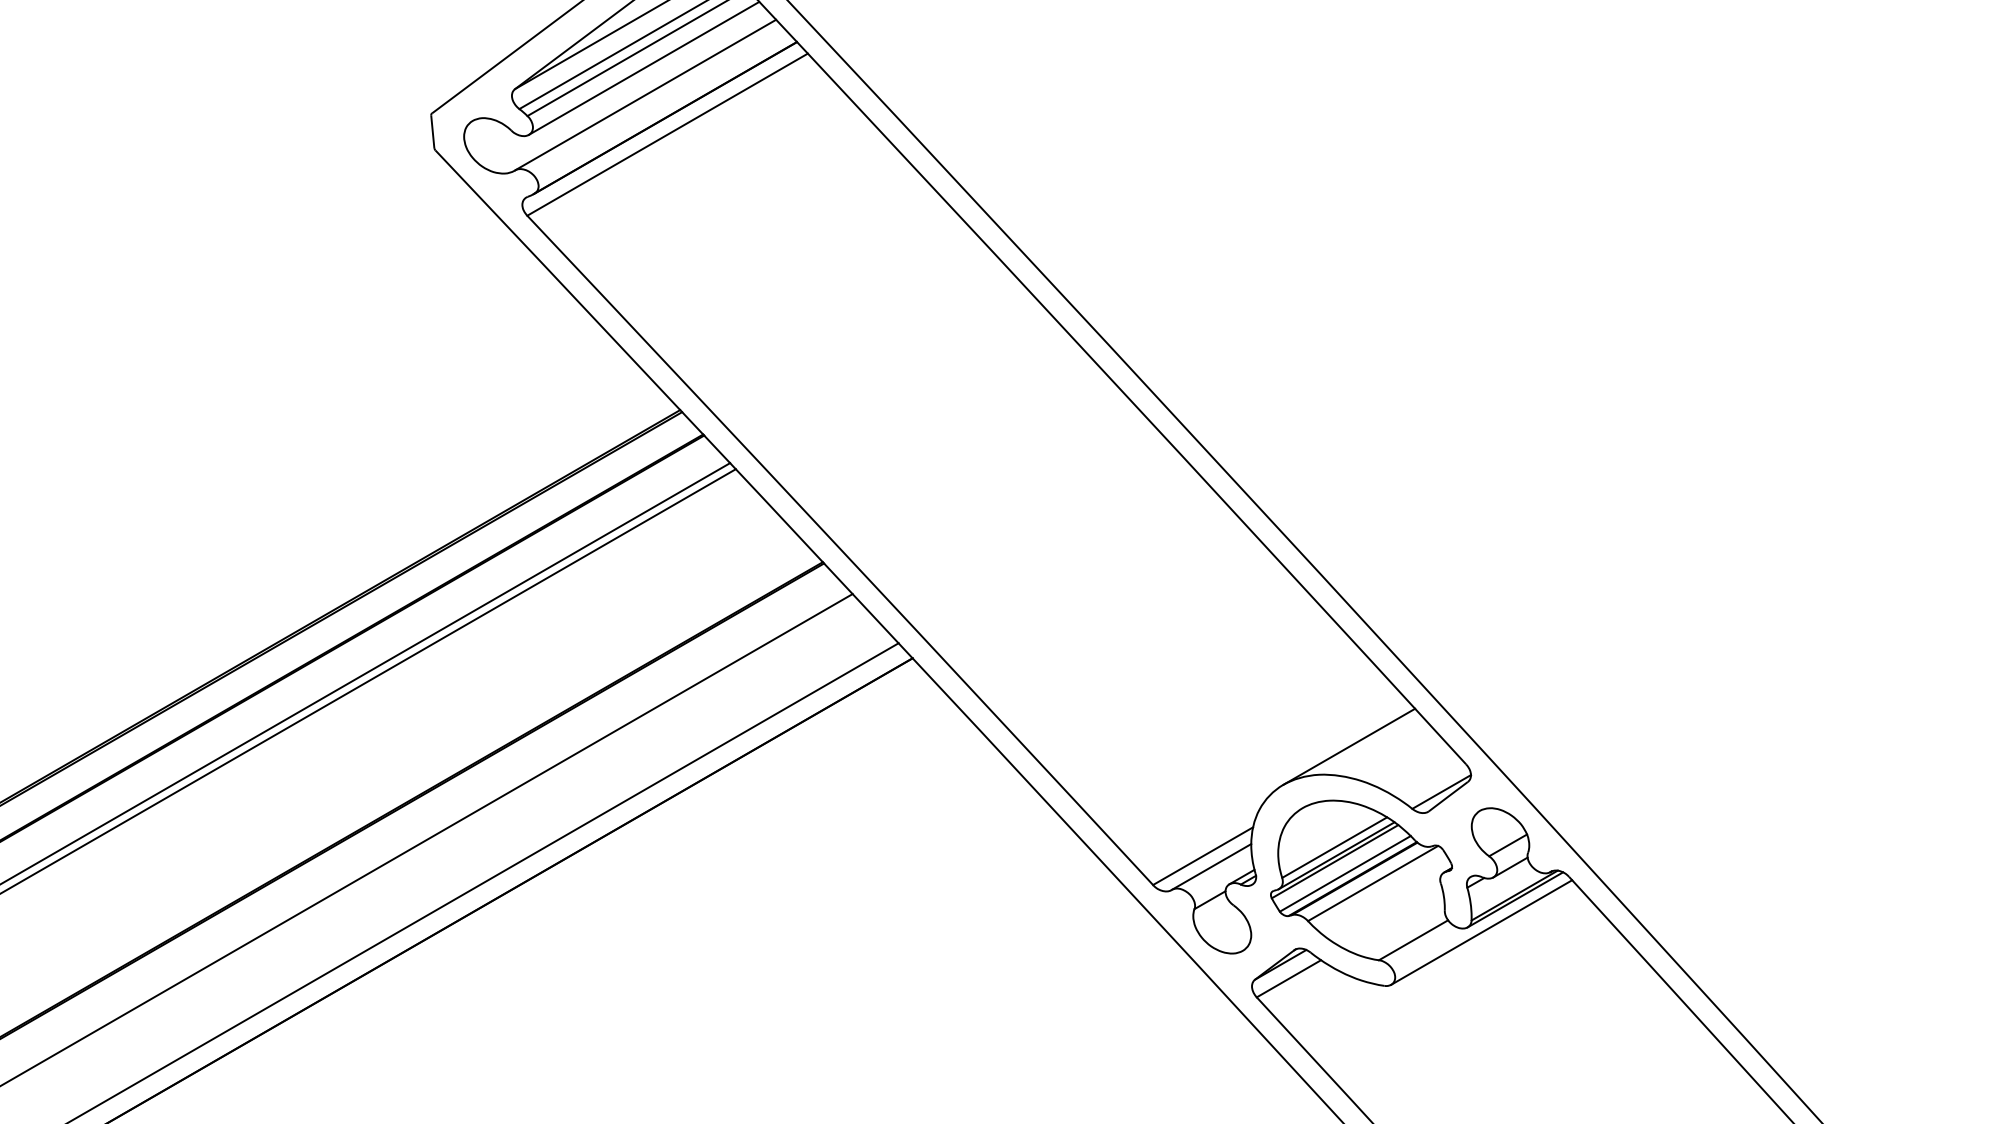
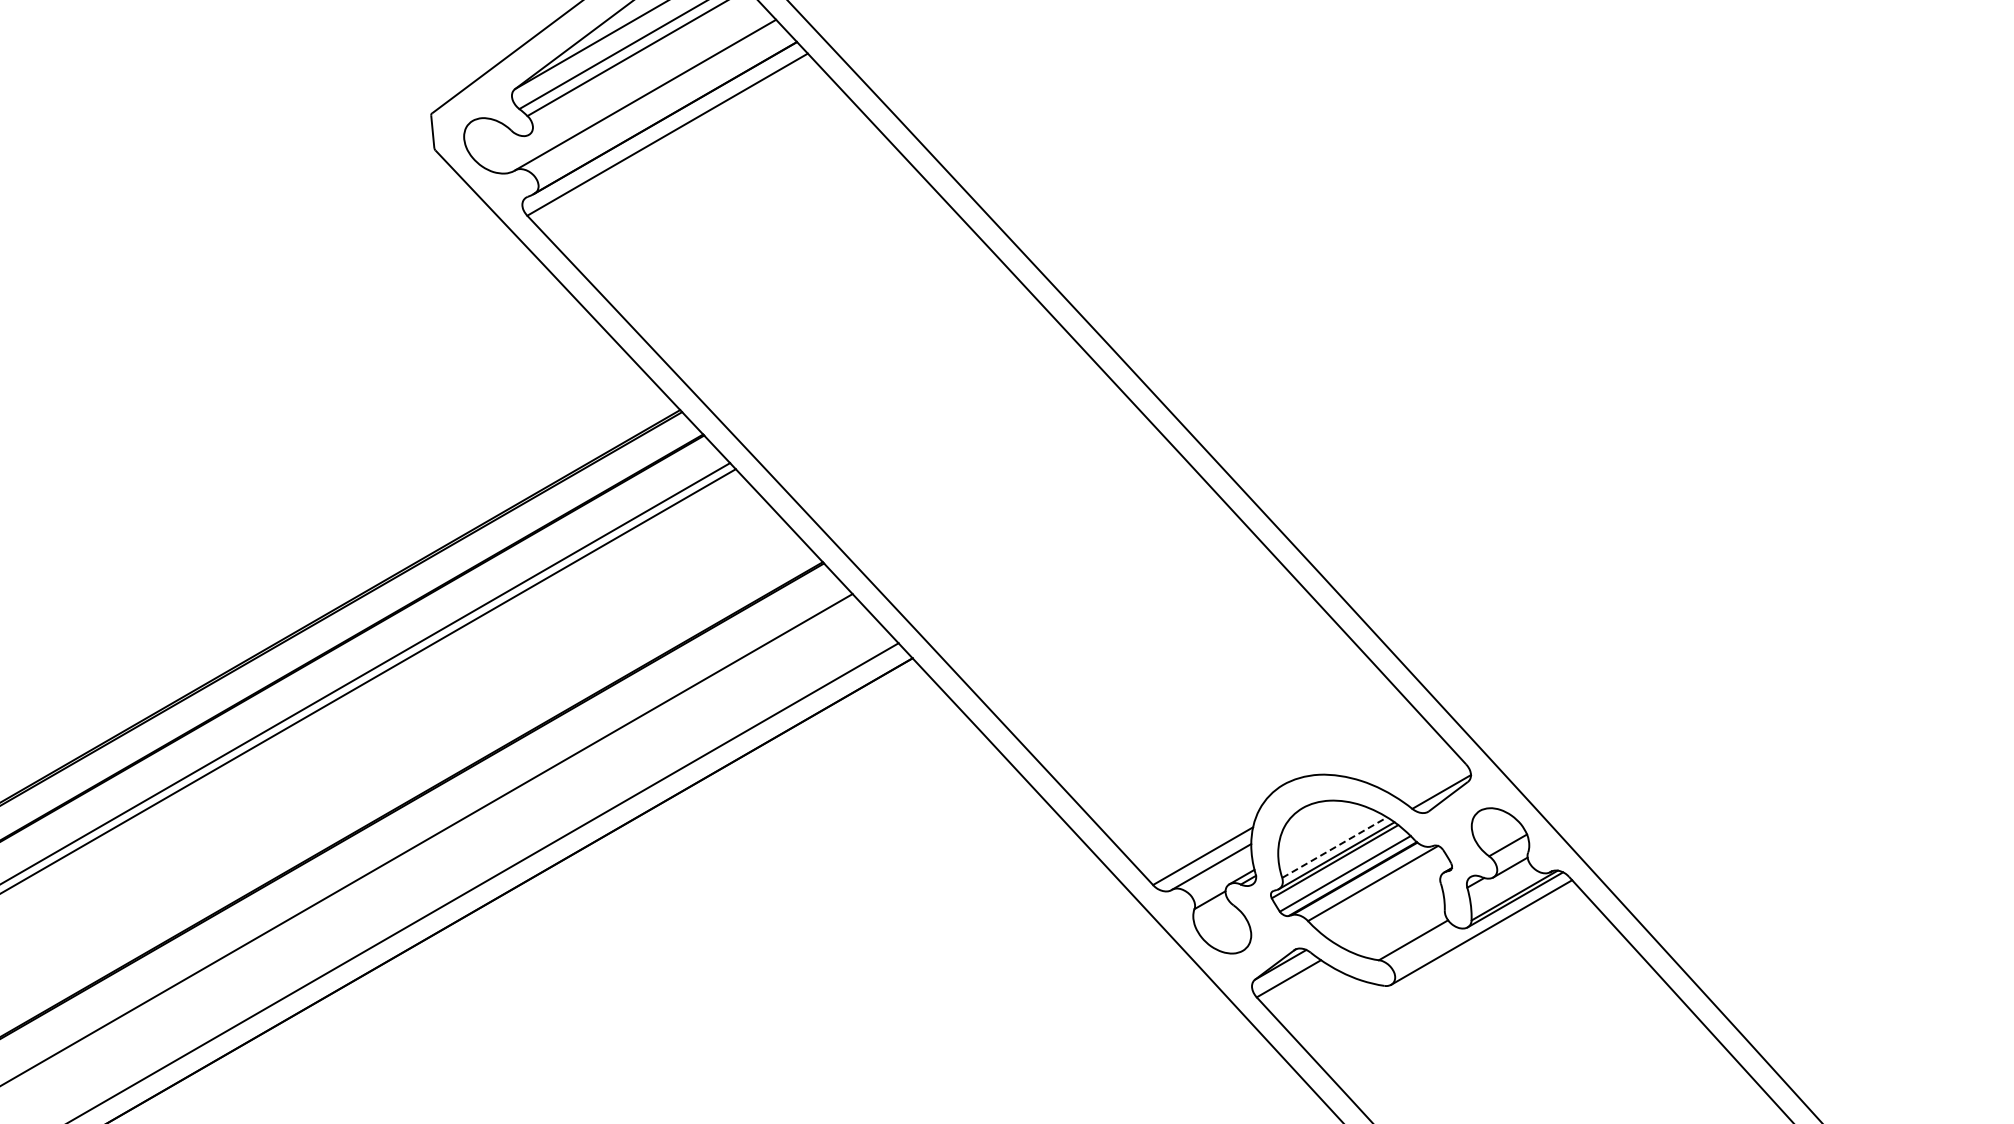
line at (643, 68): present -> none
line at (1349, 746): present -> none
line at (1334, 847): solid -> dashed
